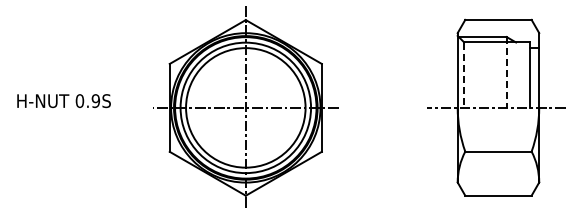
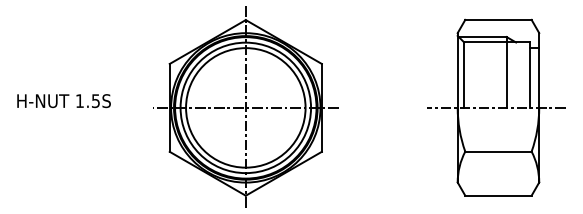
line at (506, 72): dashed -> solid
line at (464, 75): dashed -> solid
text at (87, 101): 0.9S -> 1.5S
